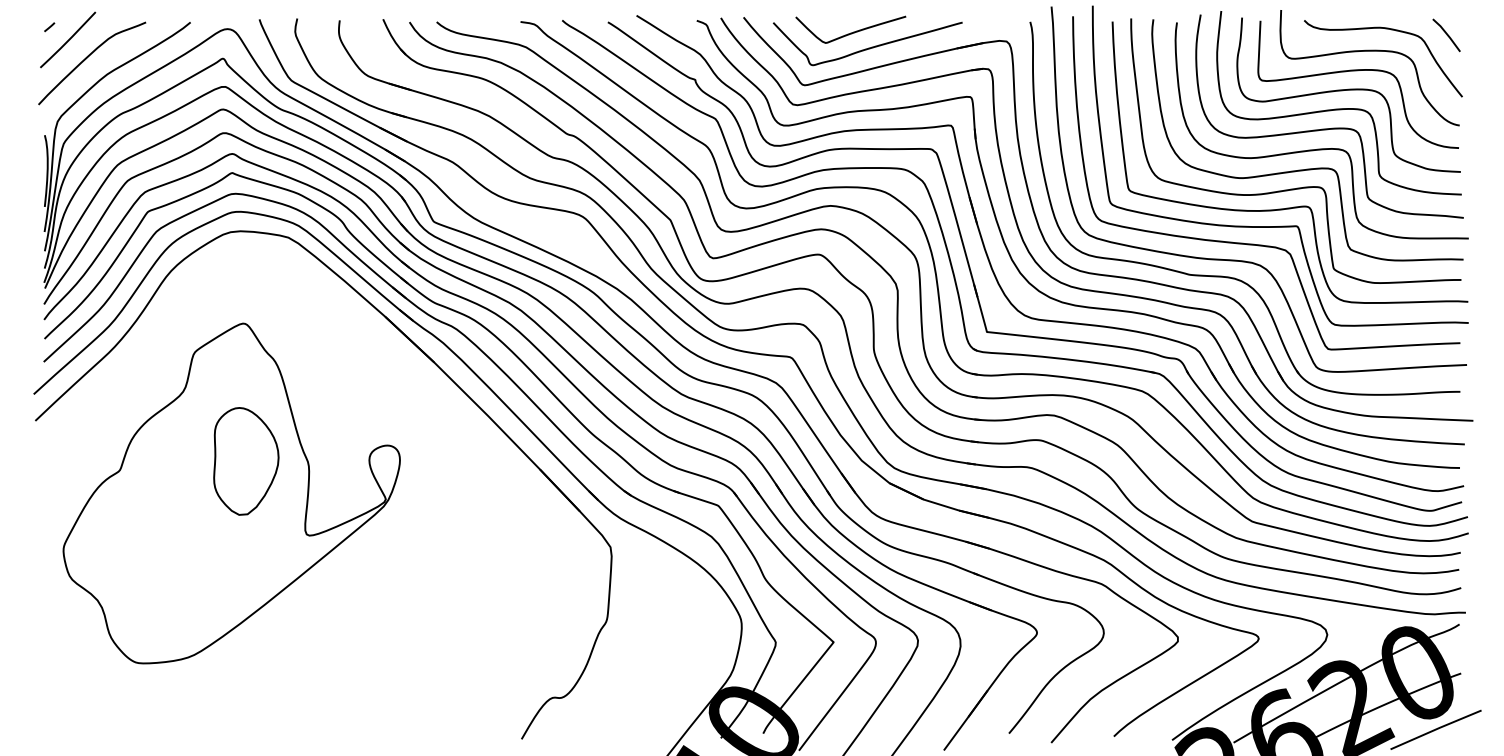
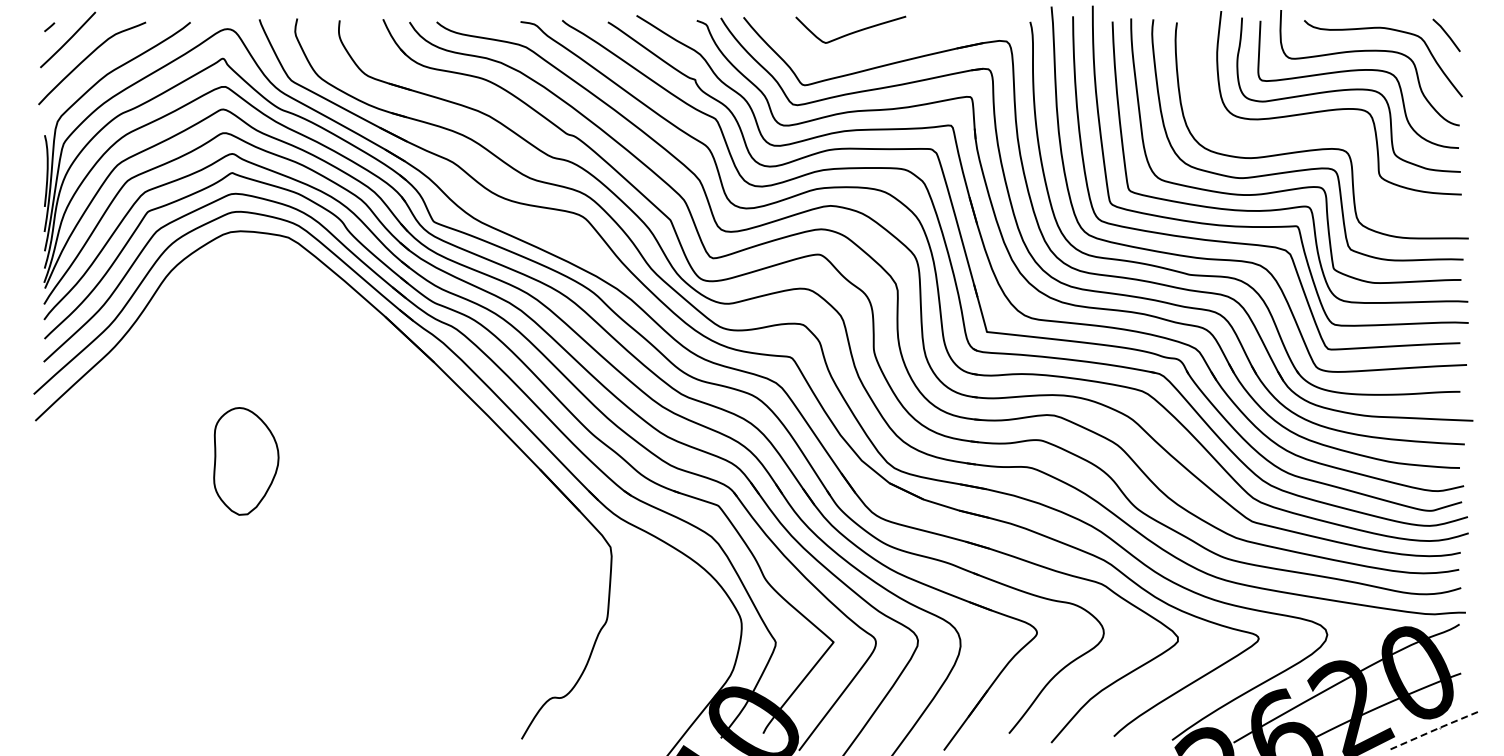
curve at (868, 47): present -> none
curve at (1332, 127): present -> none
part at (231, 493): present -> none
line at (1436, 729): solid -> dashed
